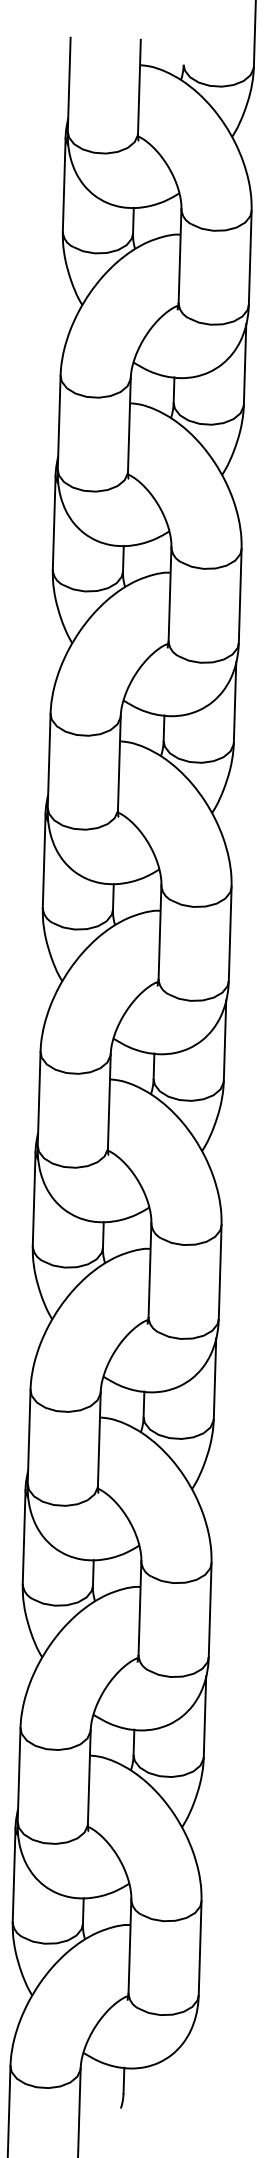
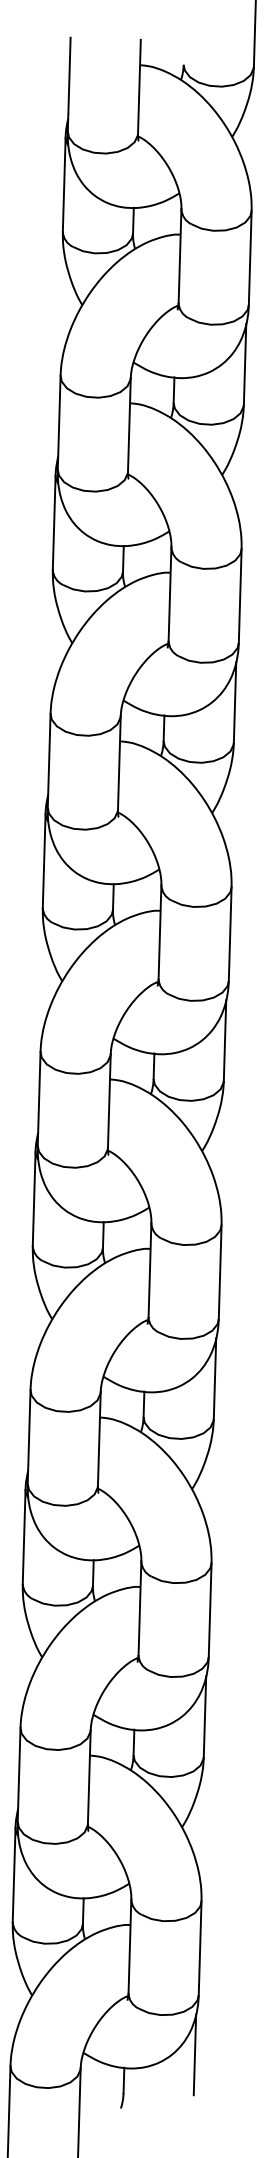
line at (194, 2054): none -> present
